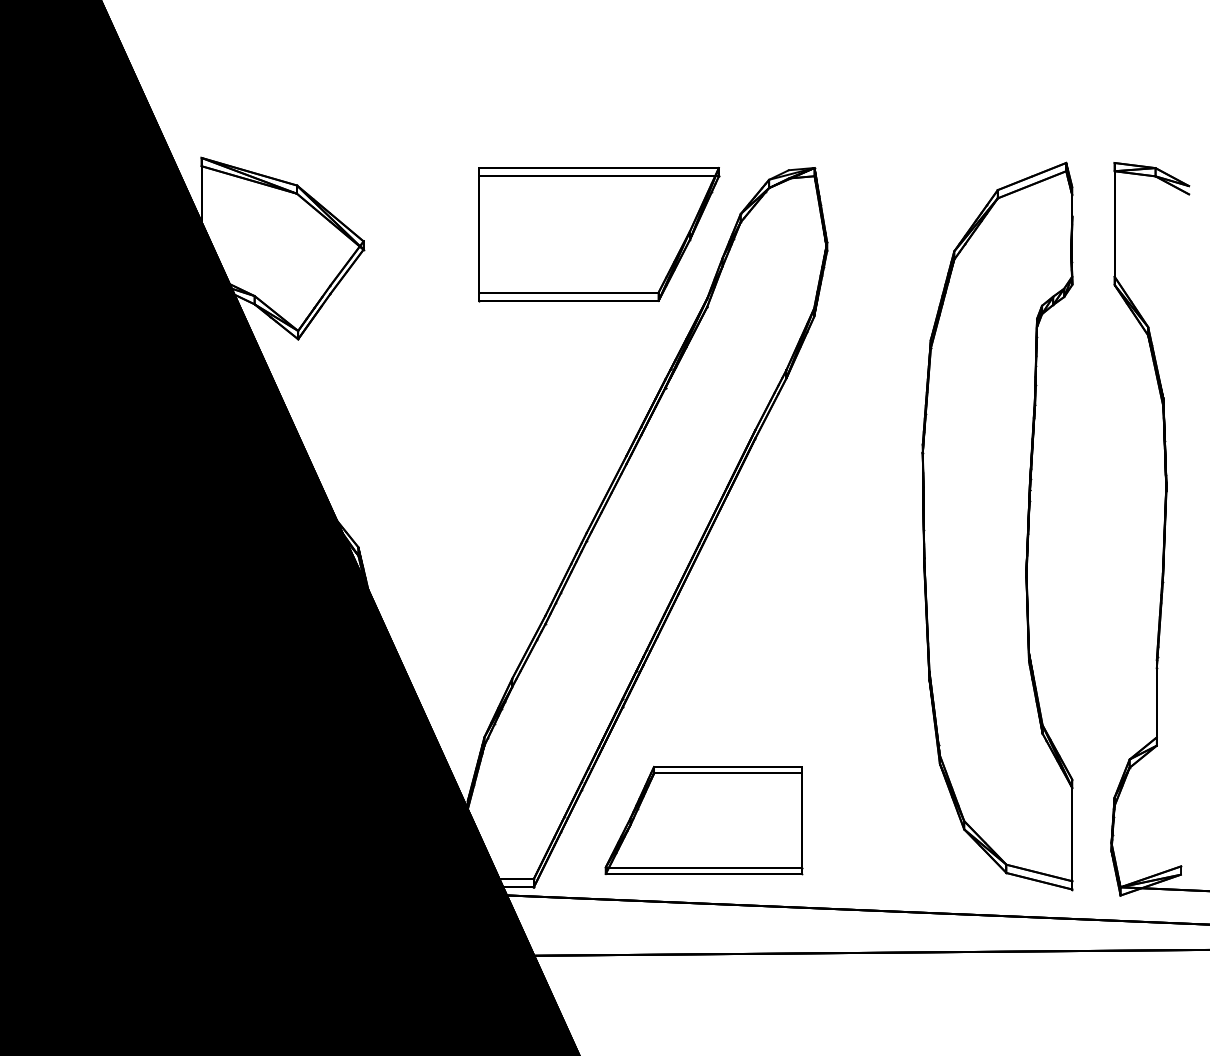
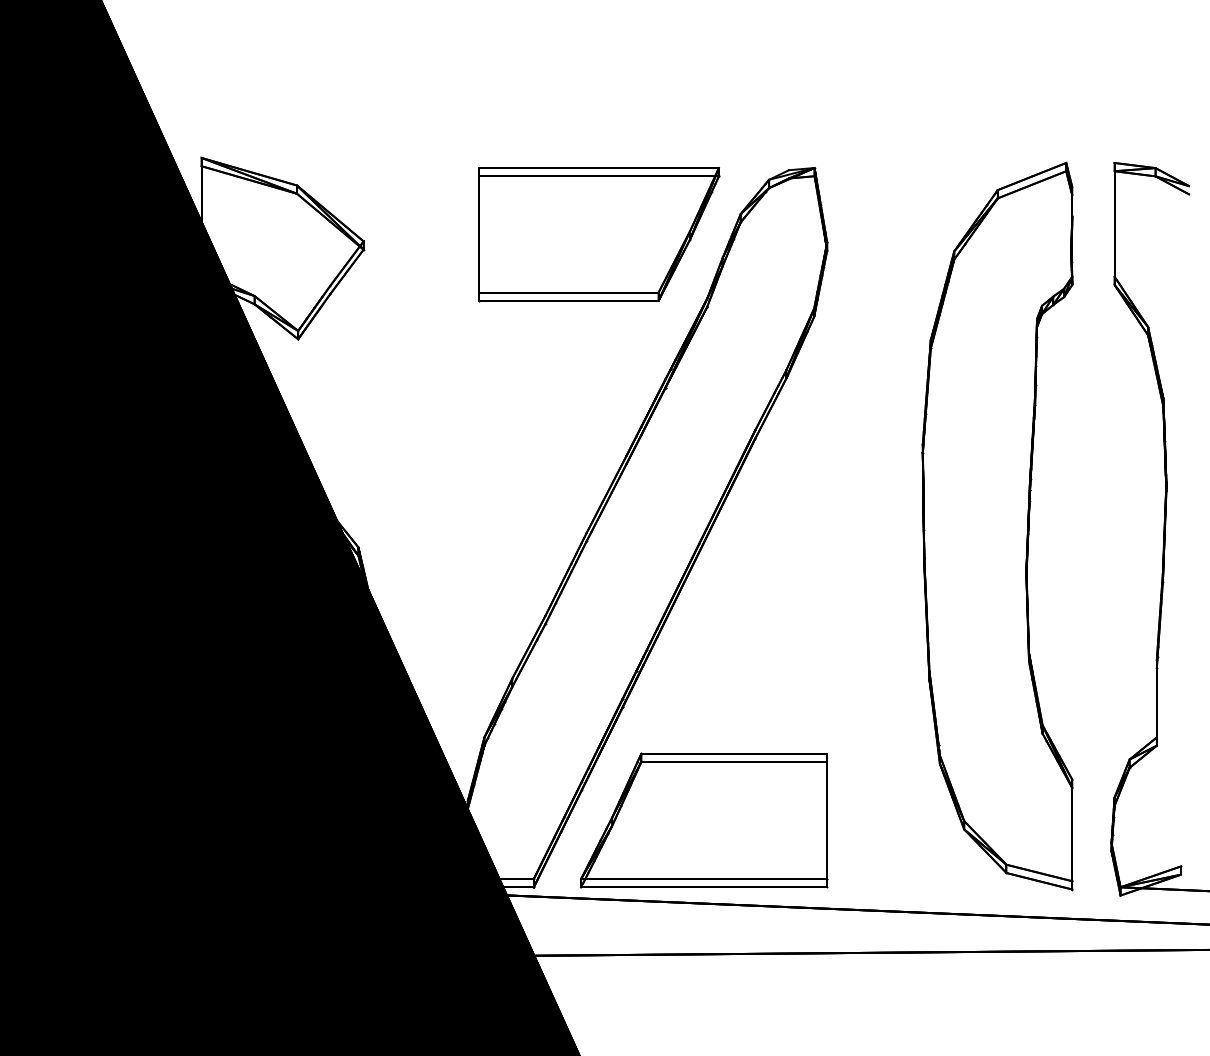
part at (703, 820) size: 200x111 px -> 249x137 px
